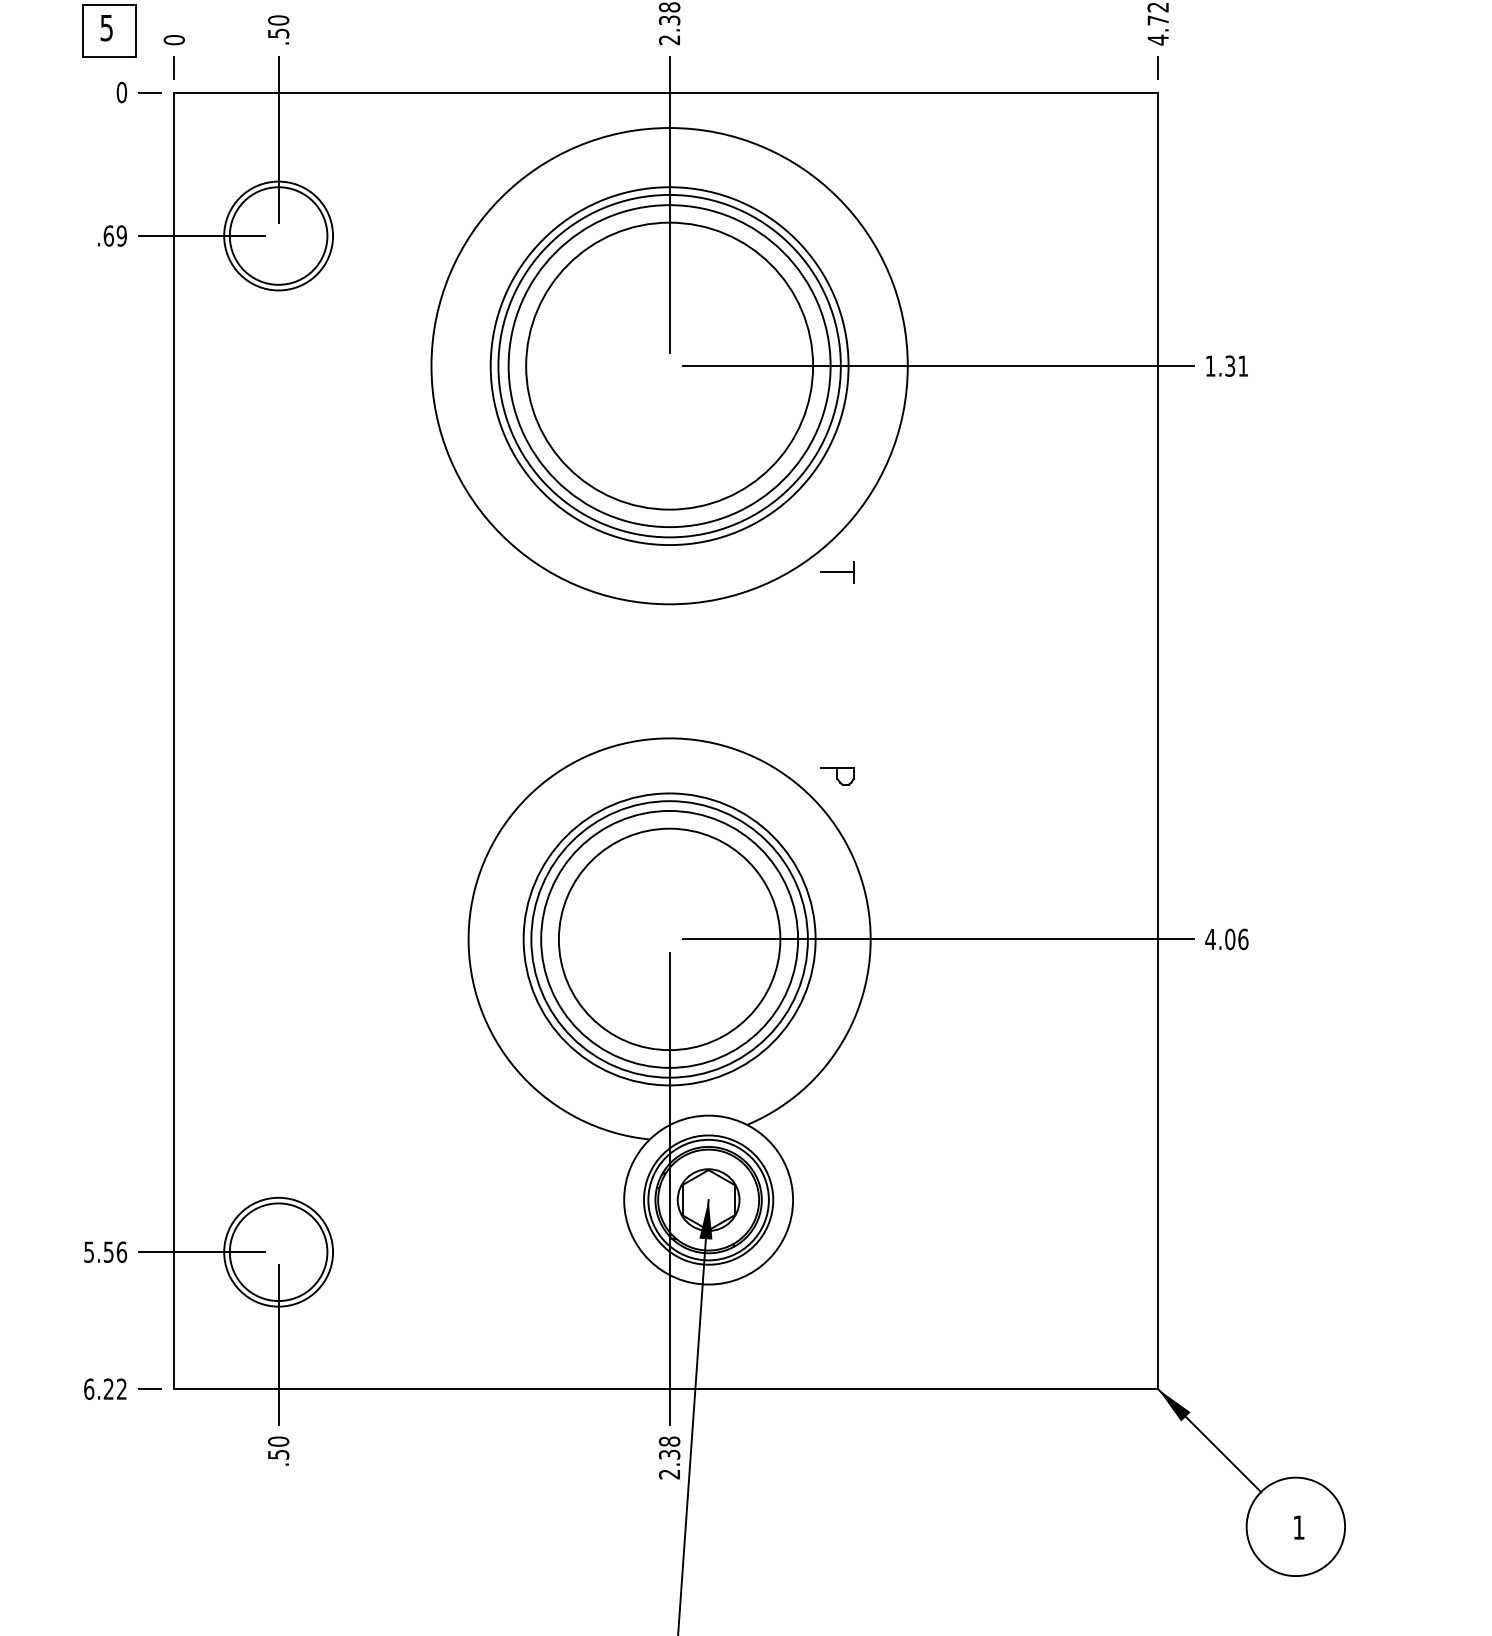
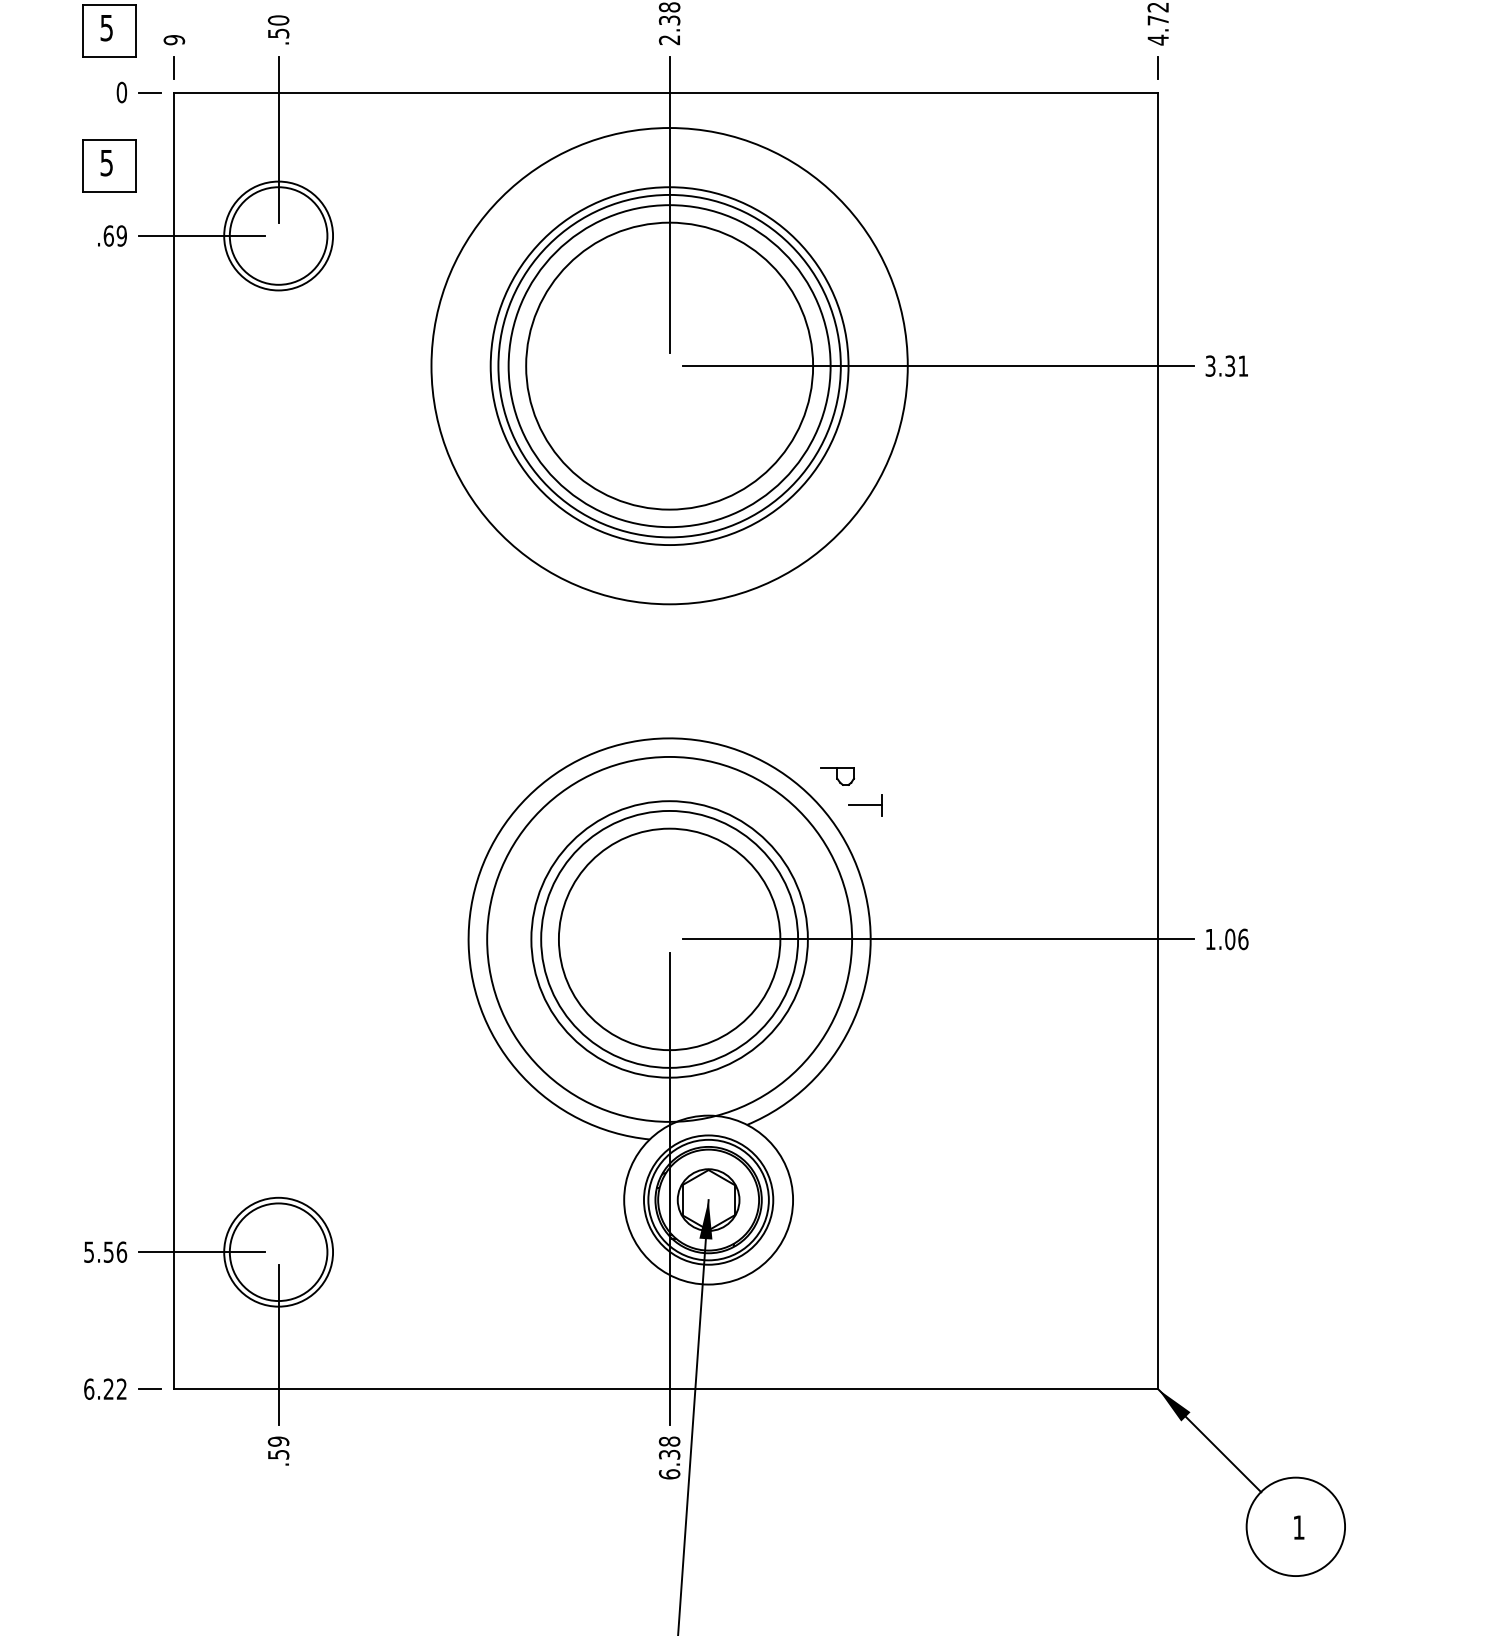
text at (174, 40): 0 -> 9
part at (109, 165): none -> present
text at (1210, 365): 1.31 -> 3.31
part at (837, 572) position: (837, 572) -> (865, 805)
circle at (669, 939) diameter: 292 px -> 365 px
text at (1210, 939): 4.06 -> 1.06
text at (278, 1441): .50 -> .59
text at (669, 1474): 2.38 -> 6.38
